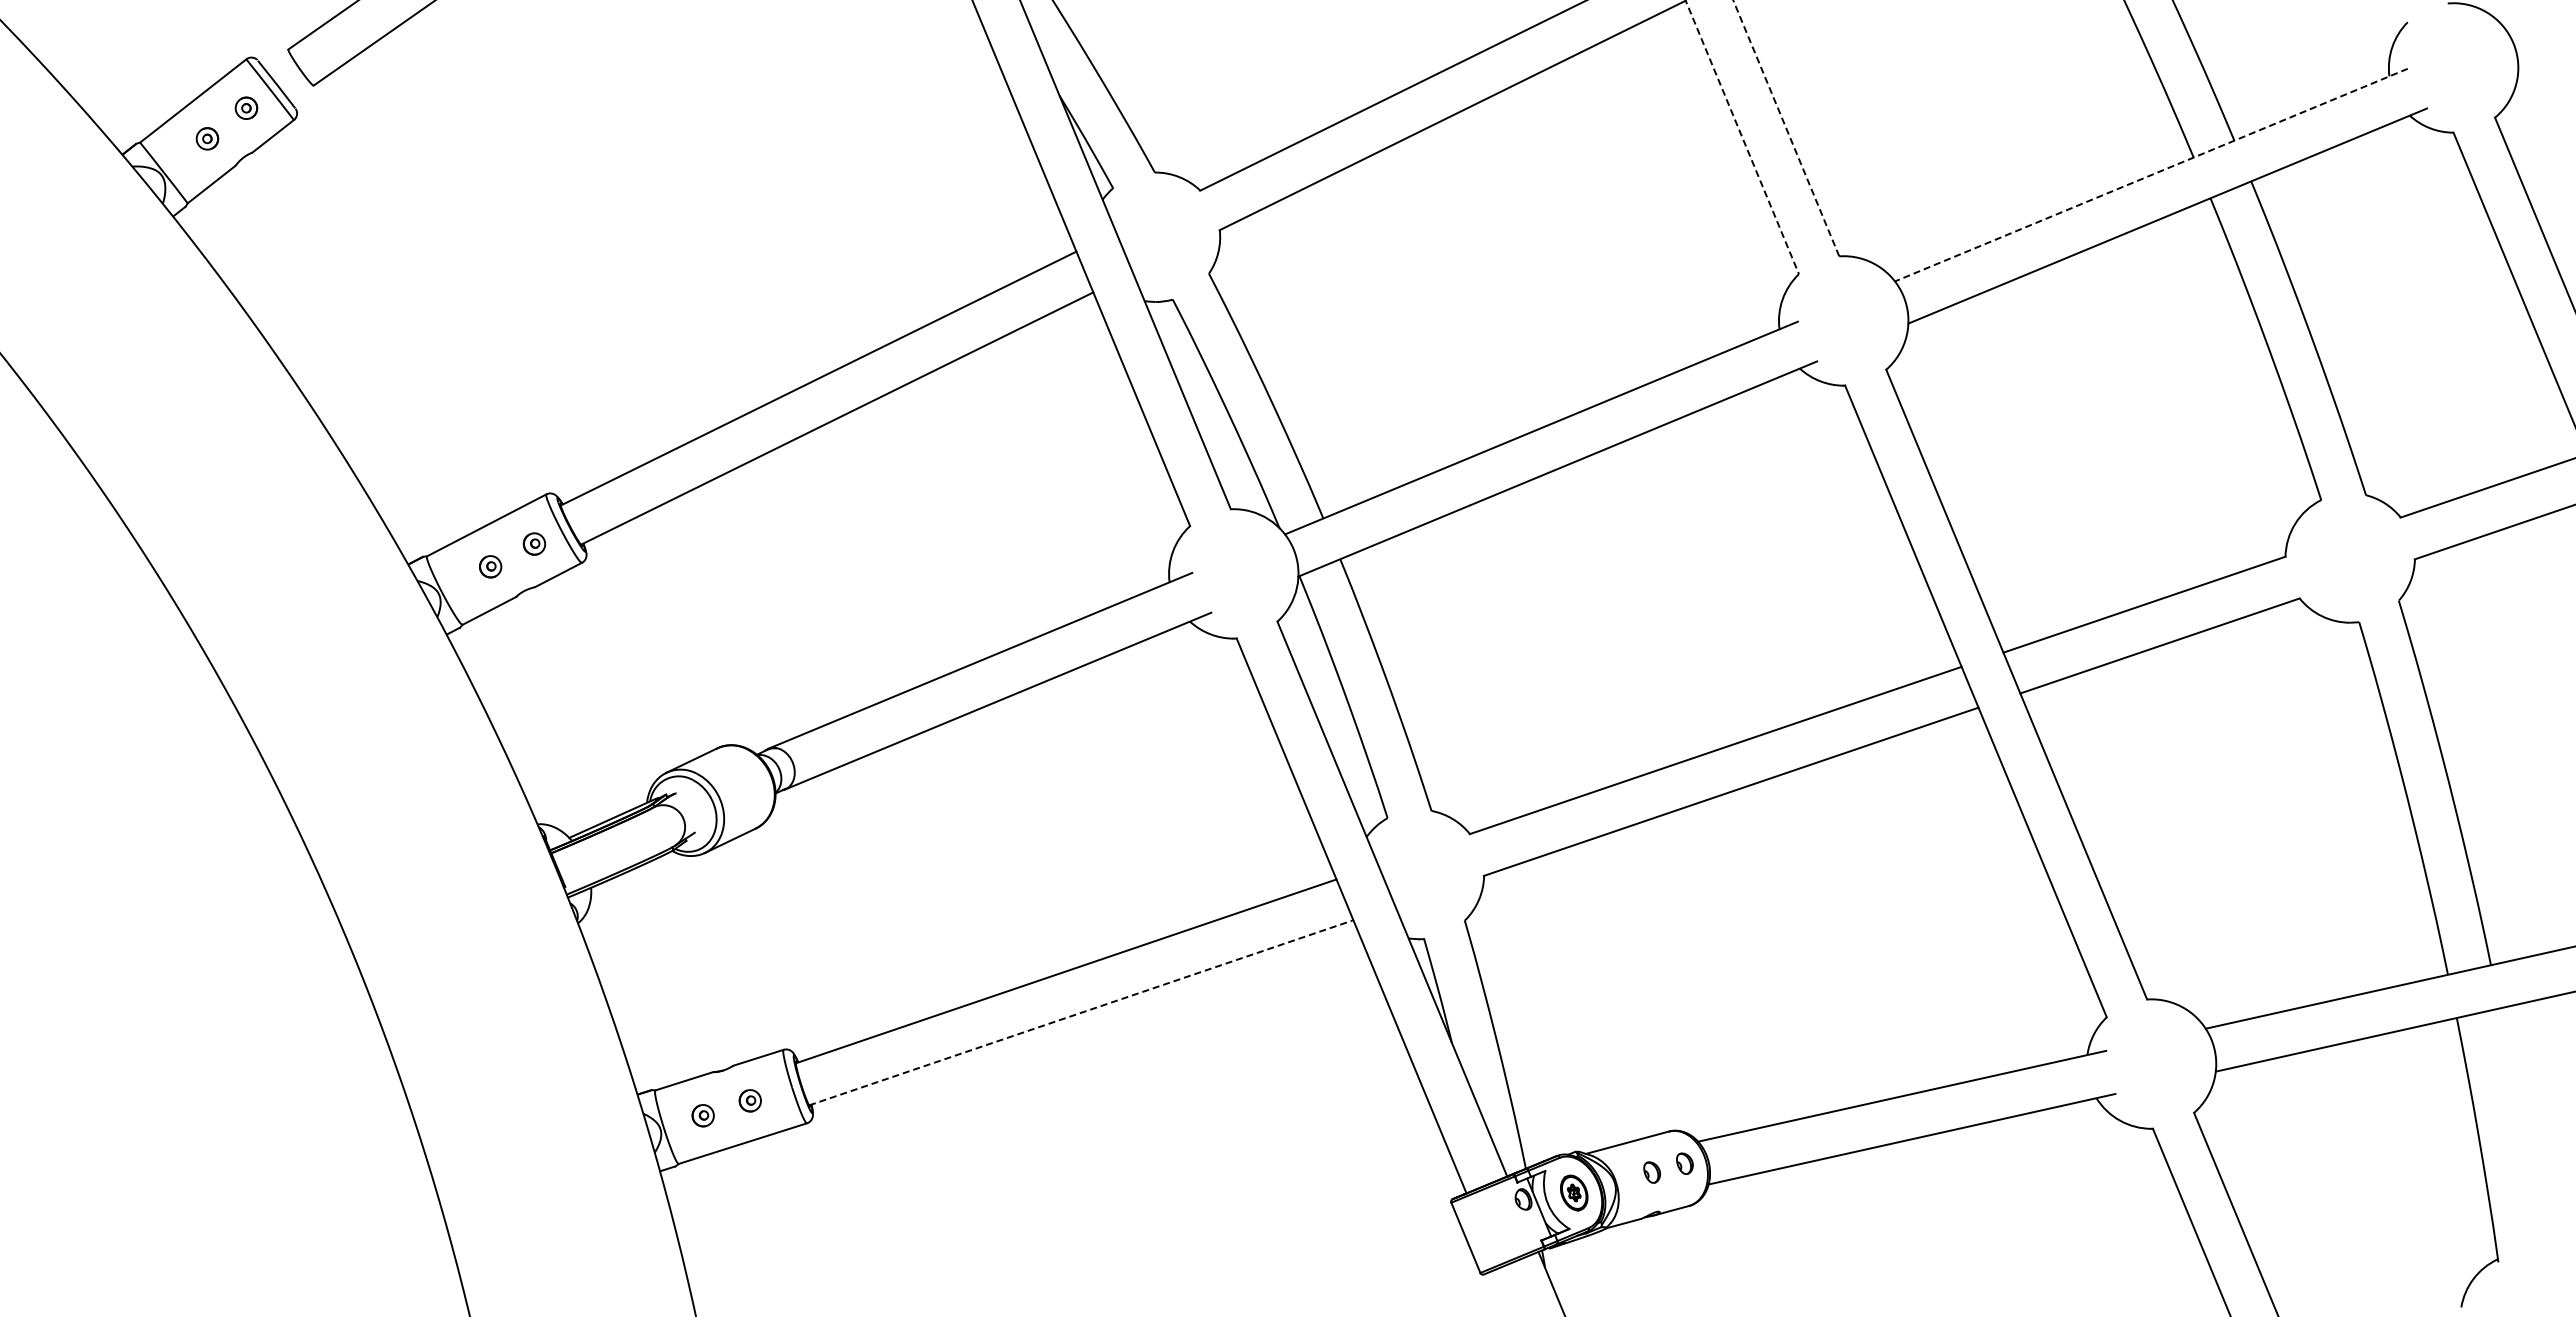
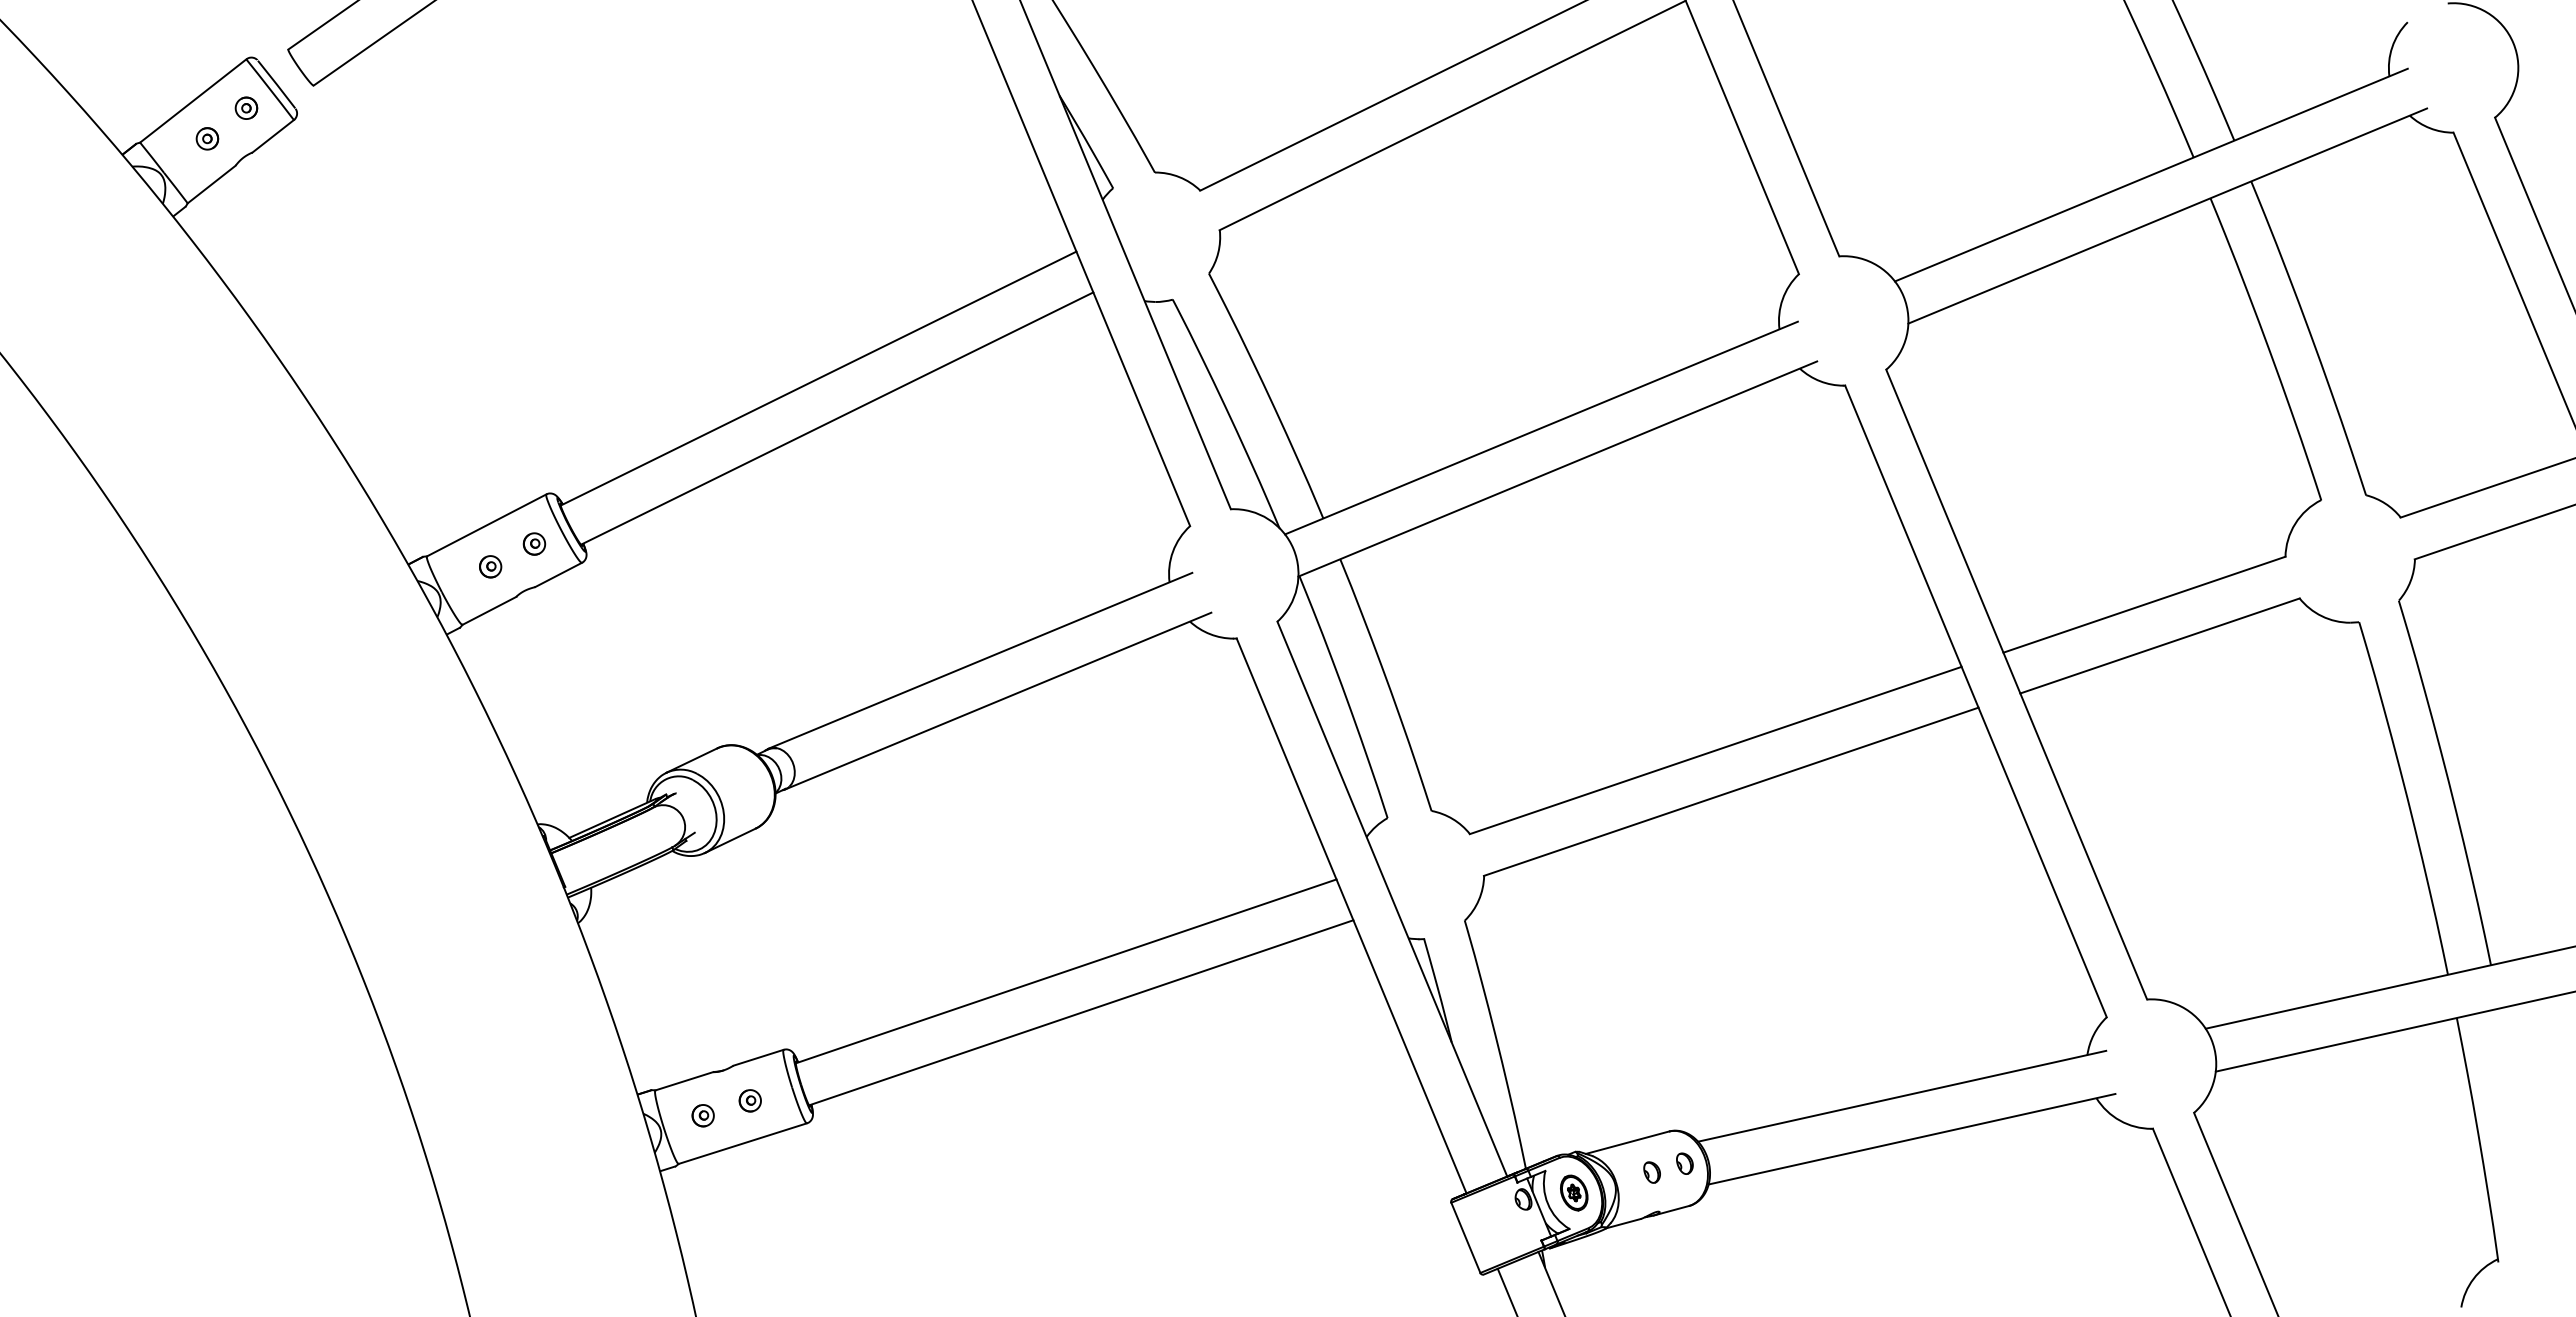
line at (1786, 128): dashed -> solid
line at (1742, 137): dashed -> solid
line at (2151, 175): dashed -> solid
line at (1081, 1012): dashed -> solid
line at (1506, 1290): none -> present
